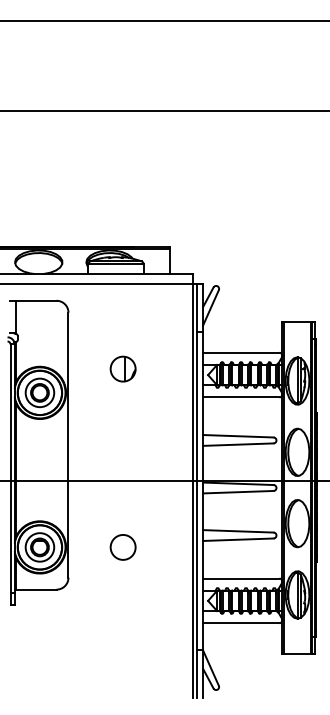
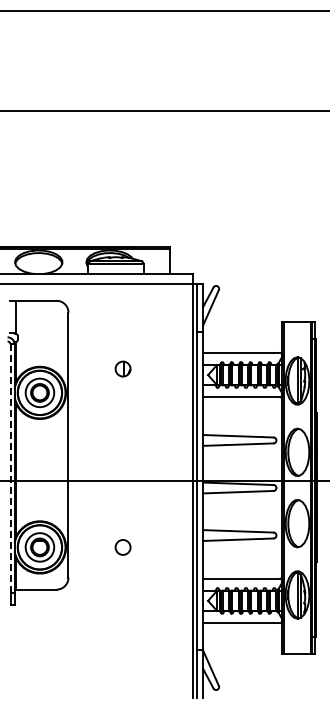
line at (164, 21) position: (164, 21) -> (164, 11)
part at (122, 368) size: 28x28 px -> 18x18 px
line at (10, 468): solid -> dashed
circle at (122, 547) size: 28x27 px -> 18x17 px
